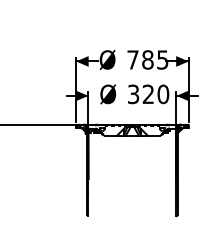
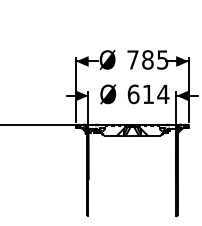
text at (148, 94): 320 -> 614
